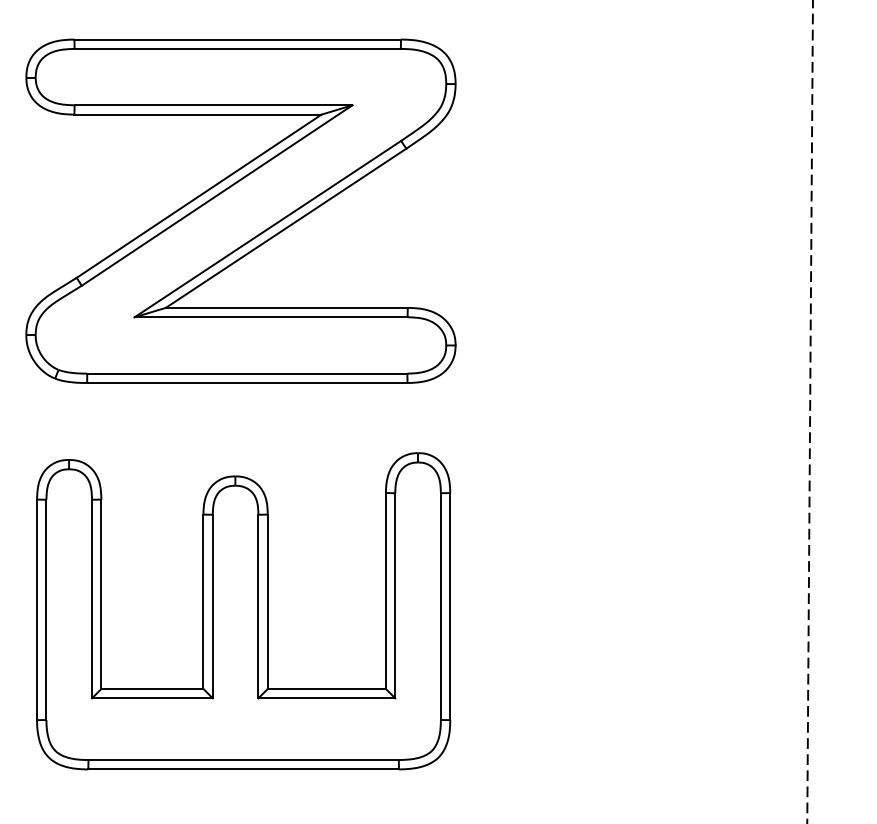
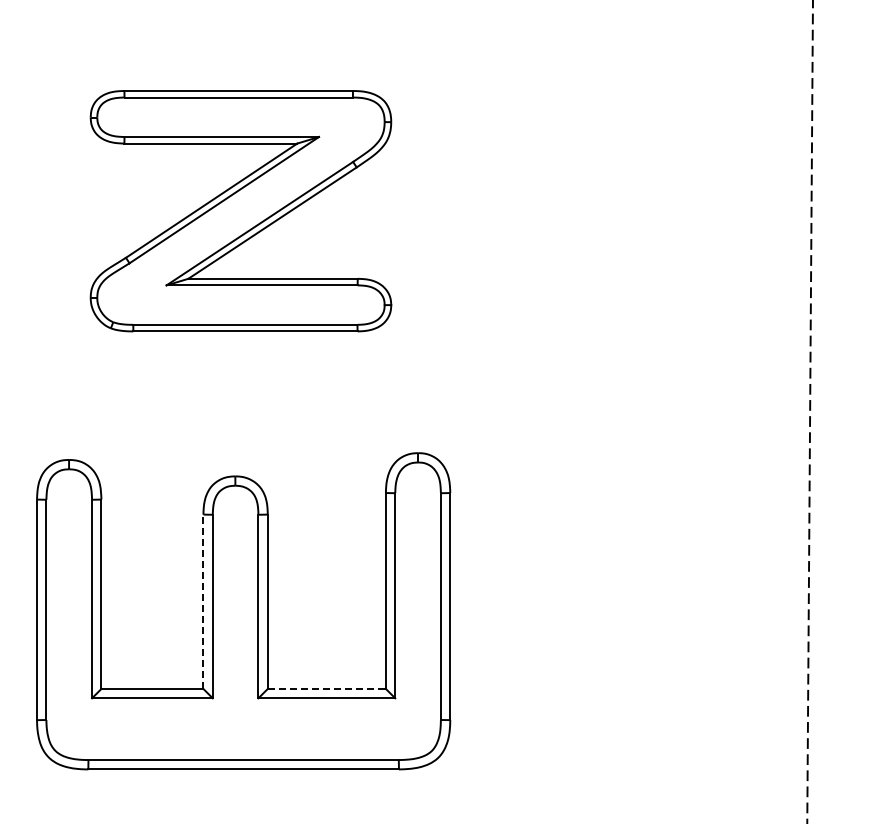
part at (240, 210) size: 432x346 px -> 304x243 px
line at (203, 601): solid -> dashed
line at (327, 688): solid -> dashed
